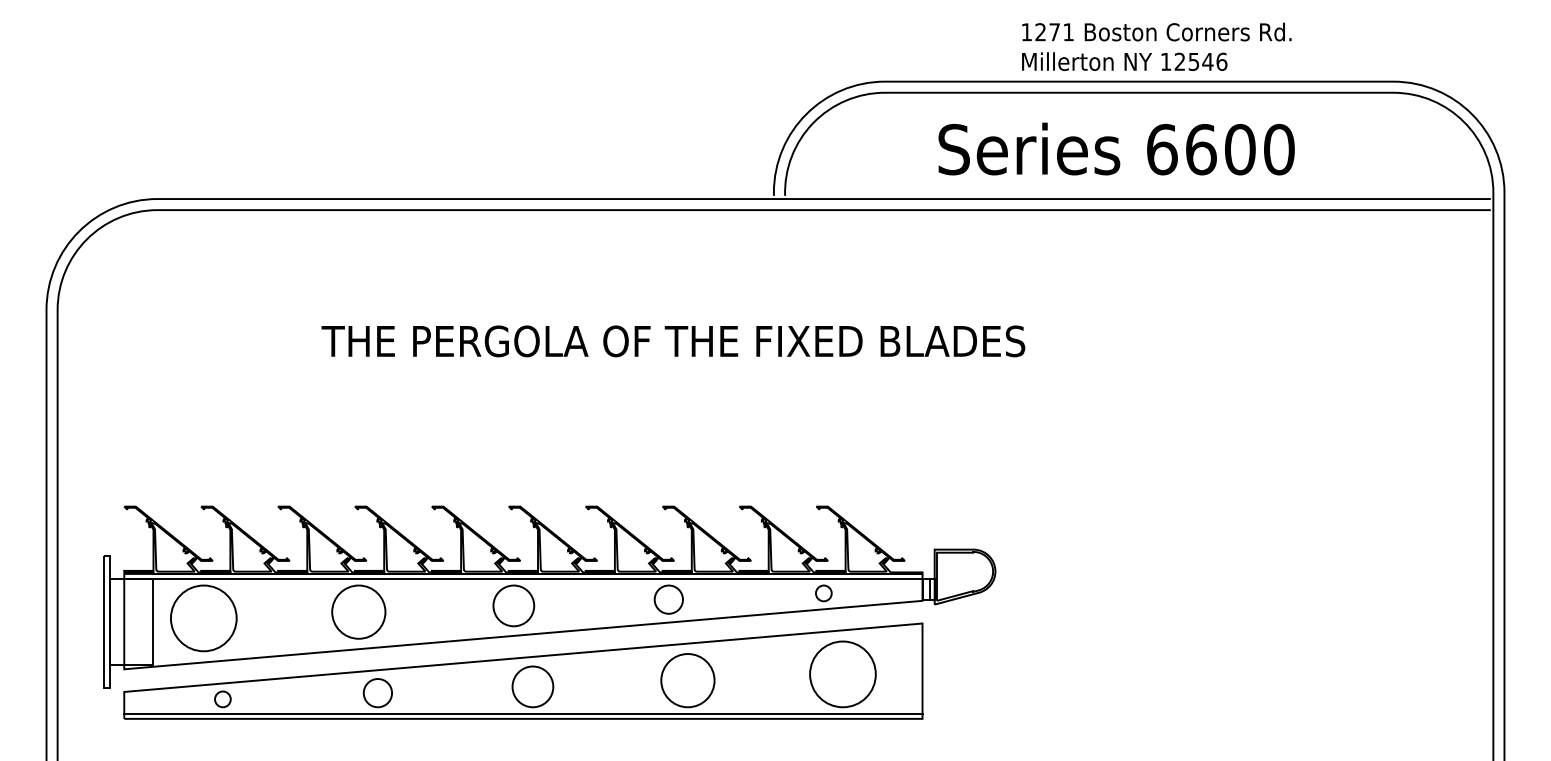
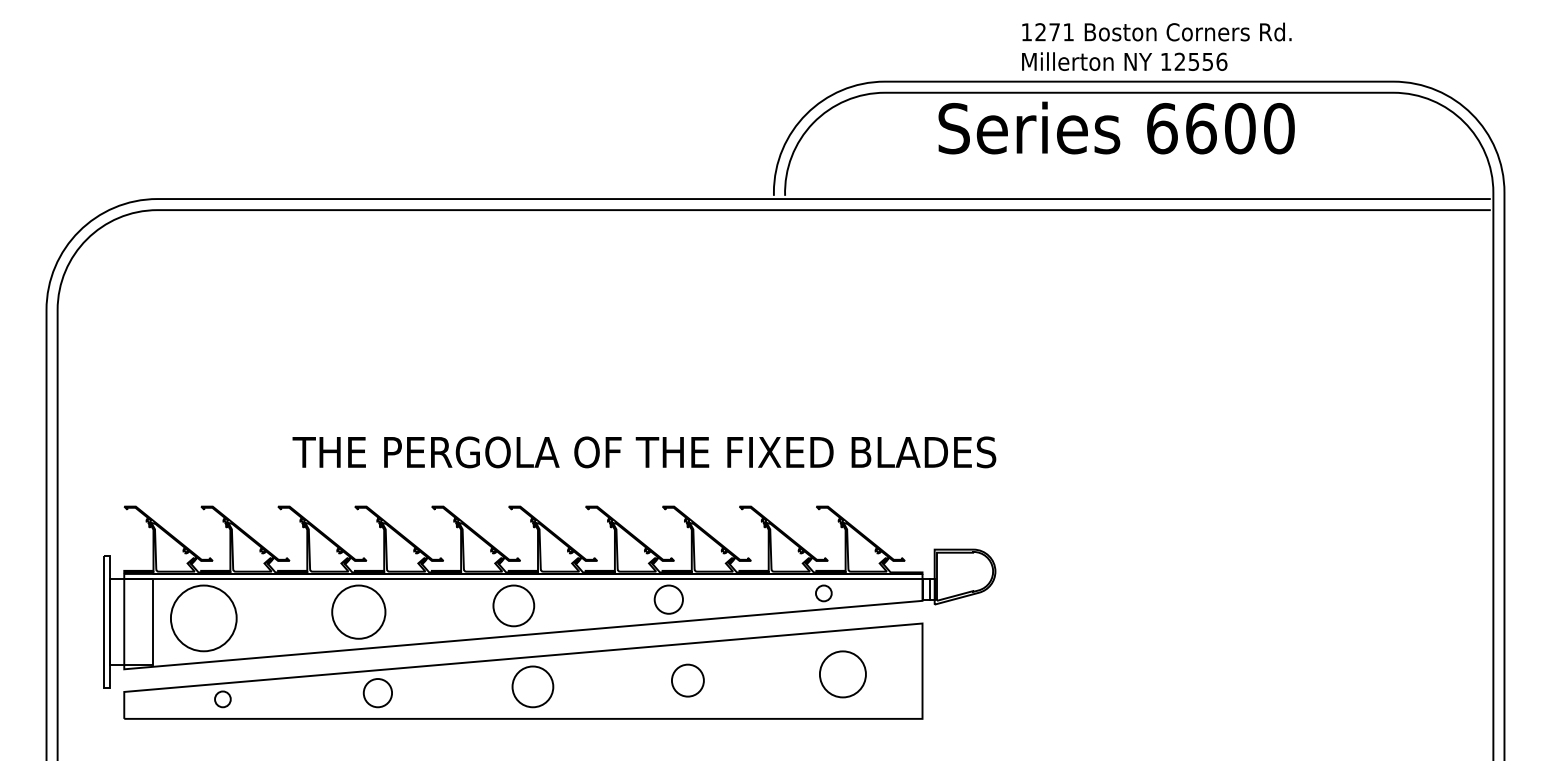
text at (1207, 61): 12546 -> 12556
text at (1116, 148) position: (1116, 148) -> (1116, 127)
text at (673, 341) position: (673, 341) -> (644, 452)
circle at (842, 674) diameter: 66 px -> 46 px
circle at (687, 680) diameter: 53 px -> 32 px
line at (523, 714): present -> none
